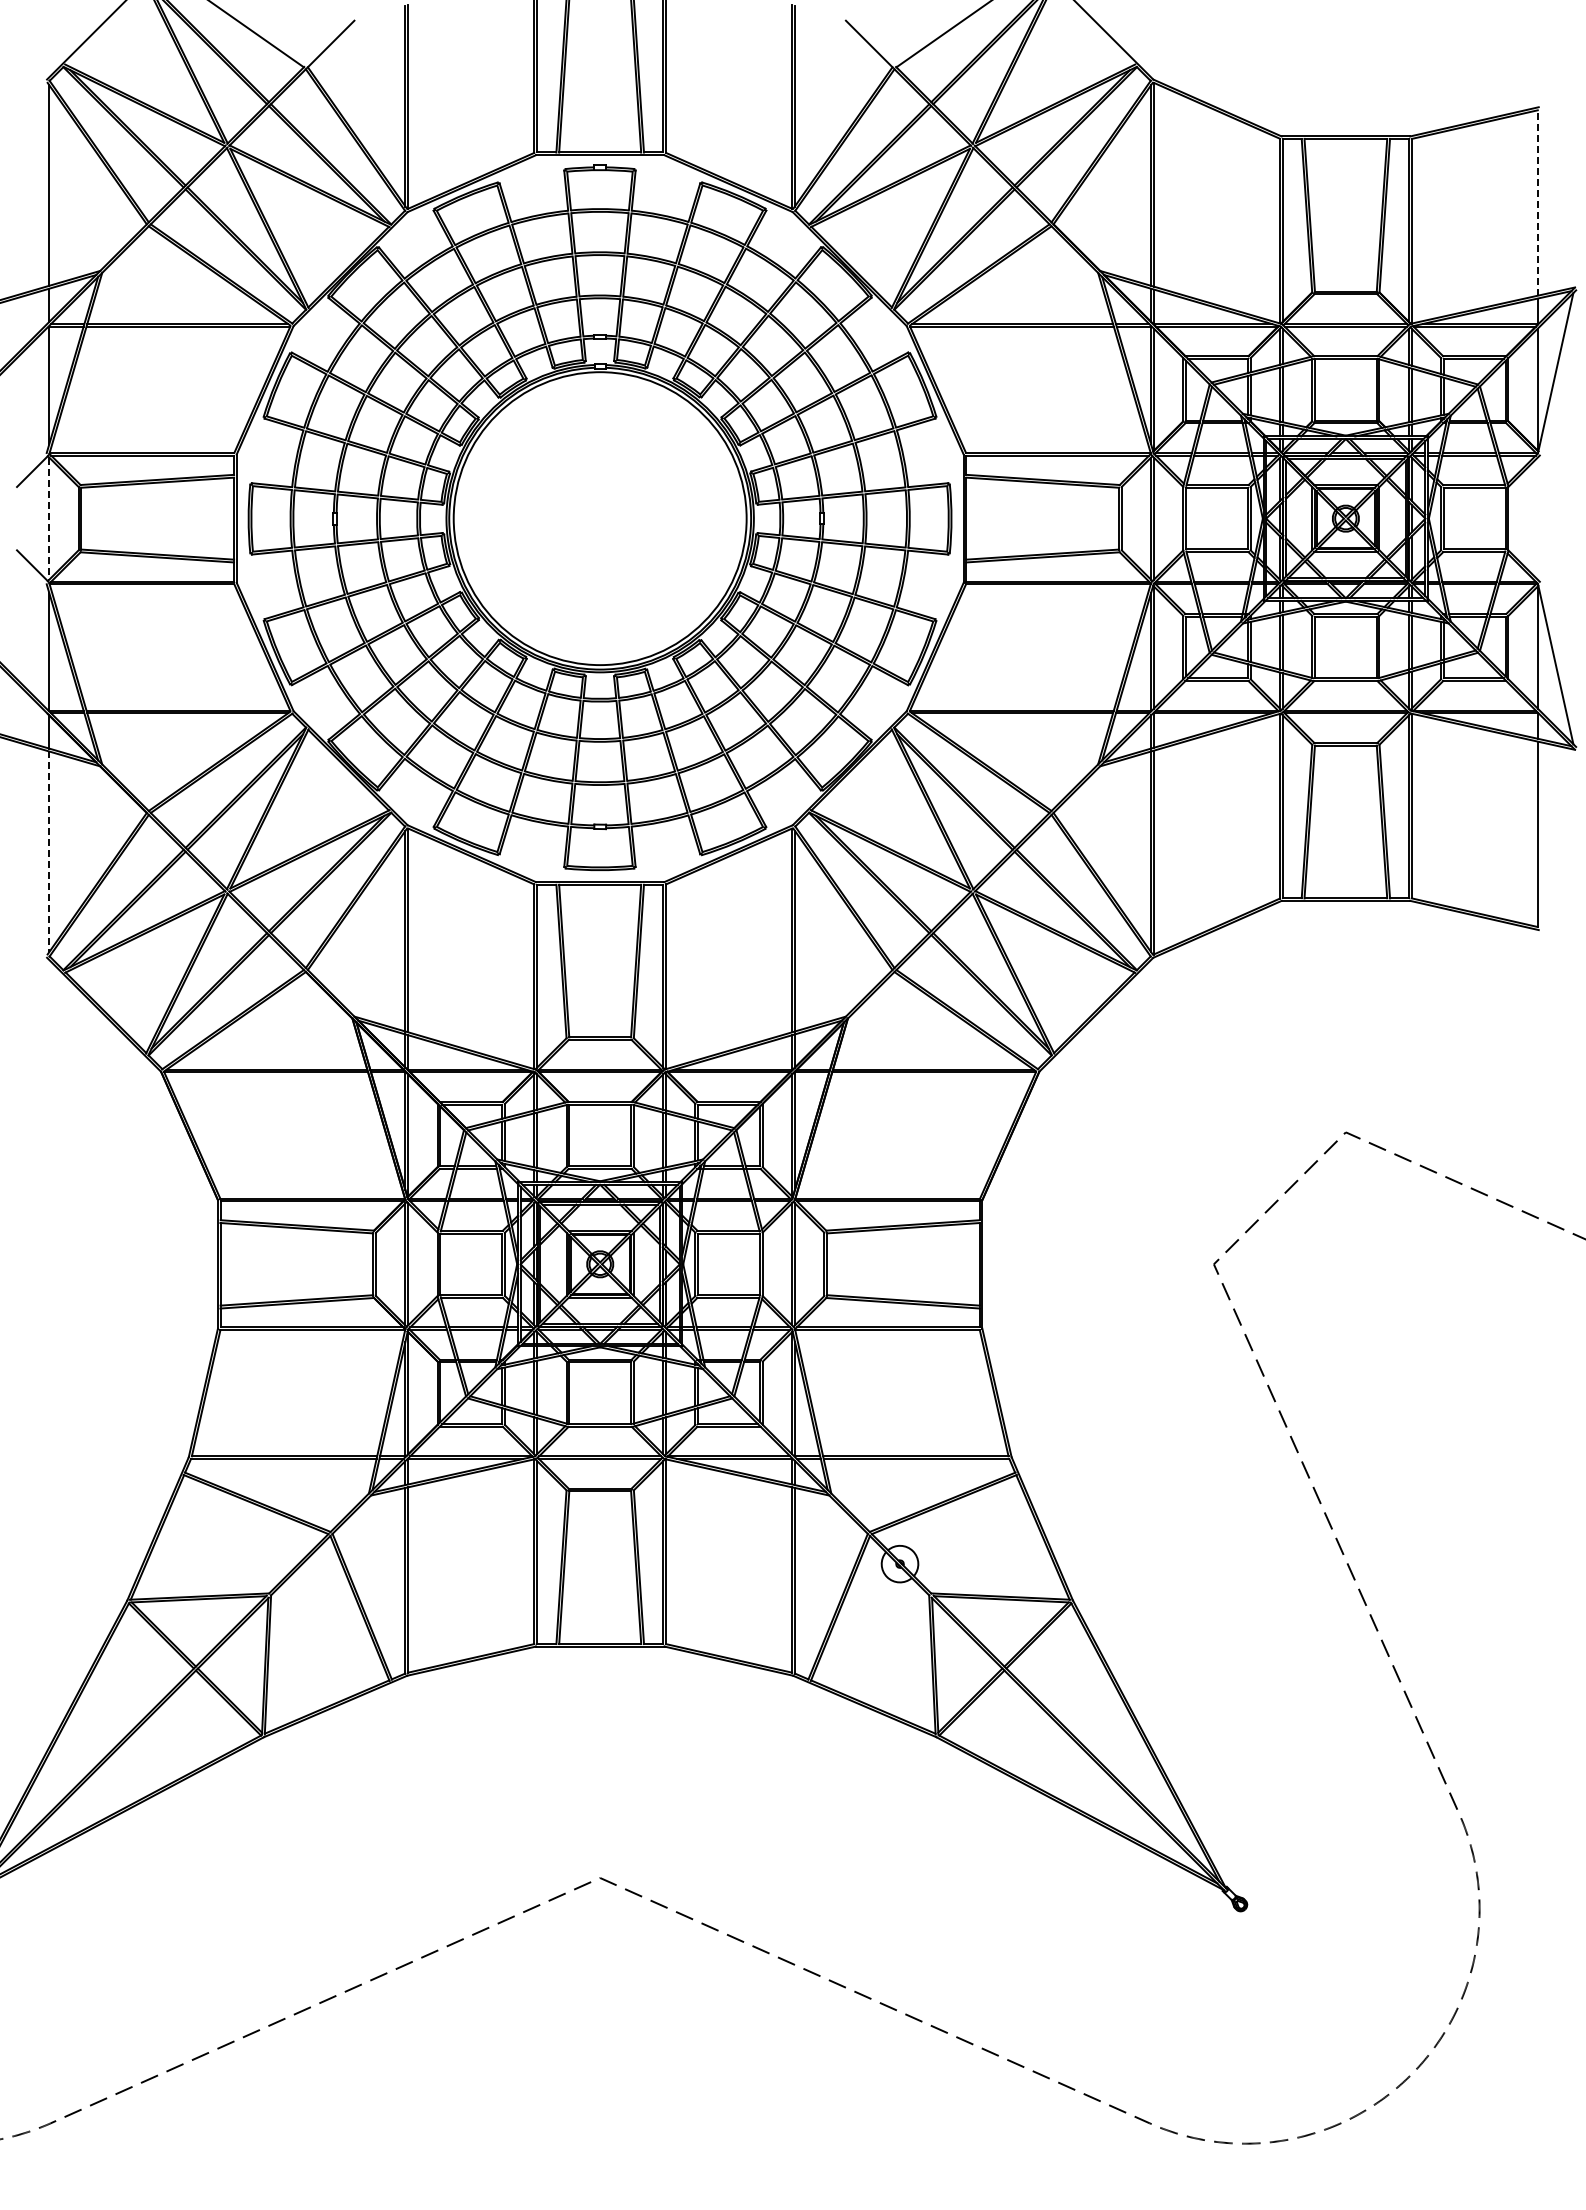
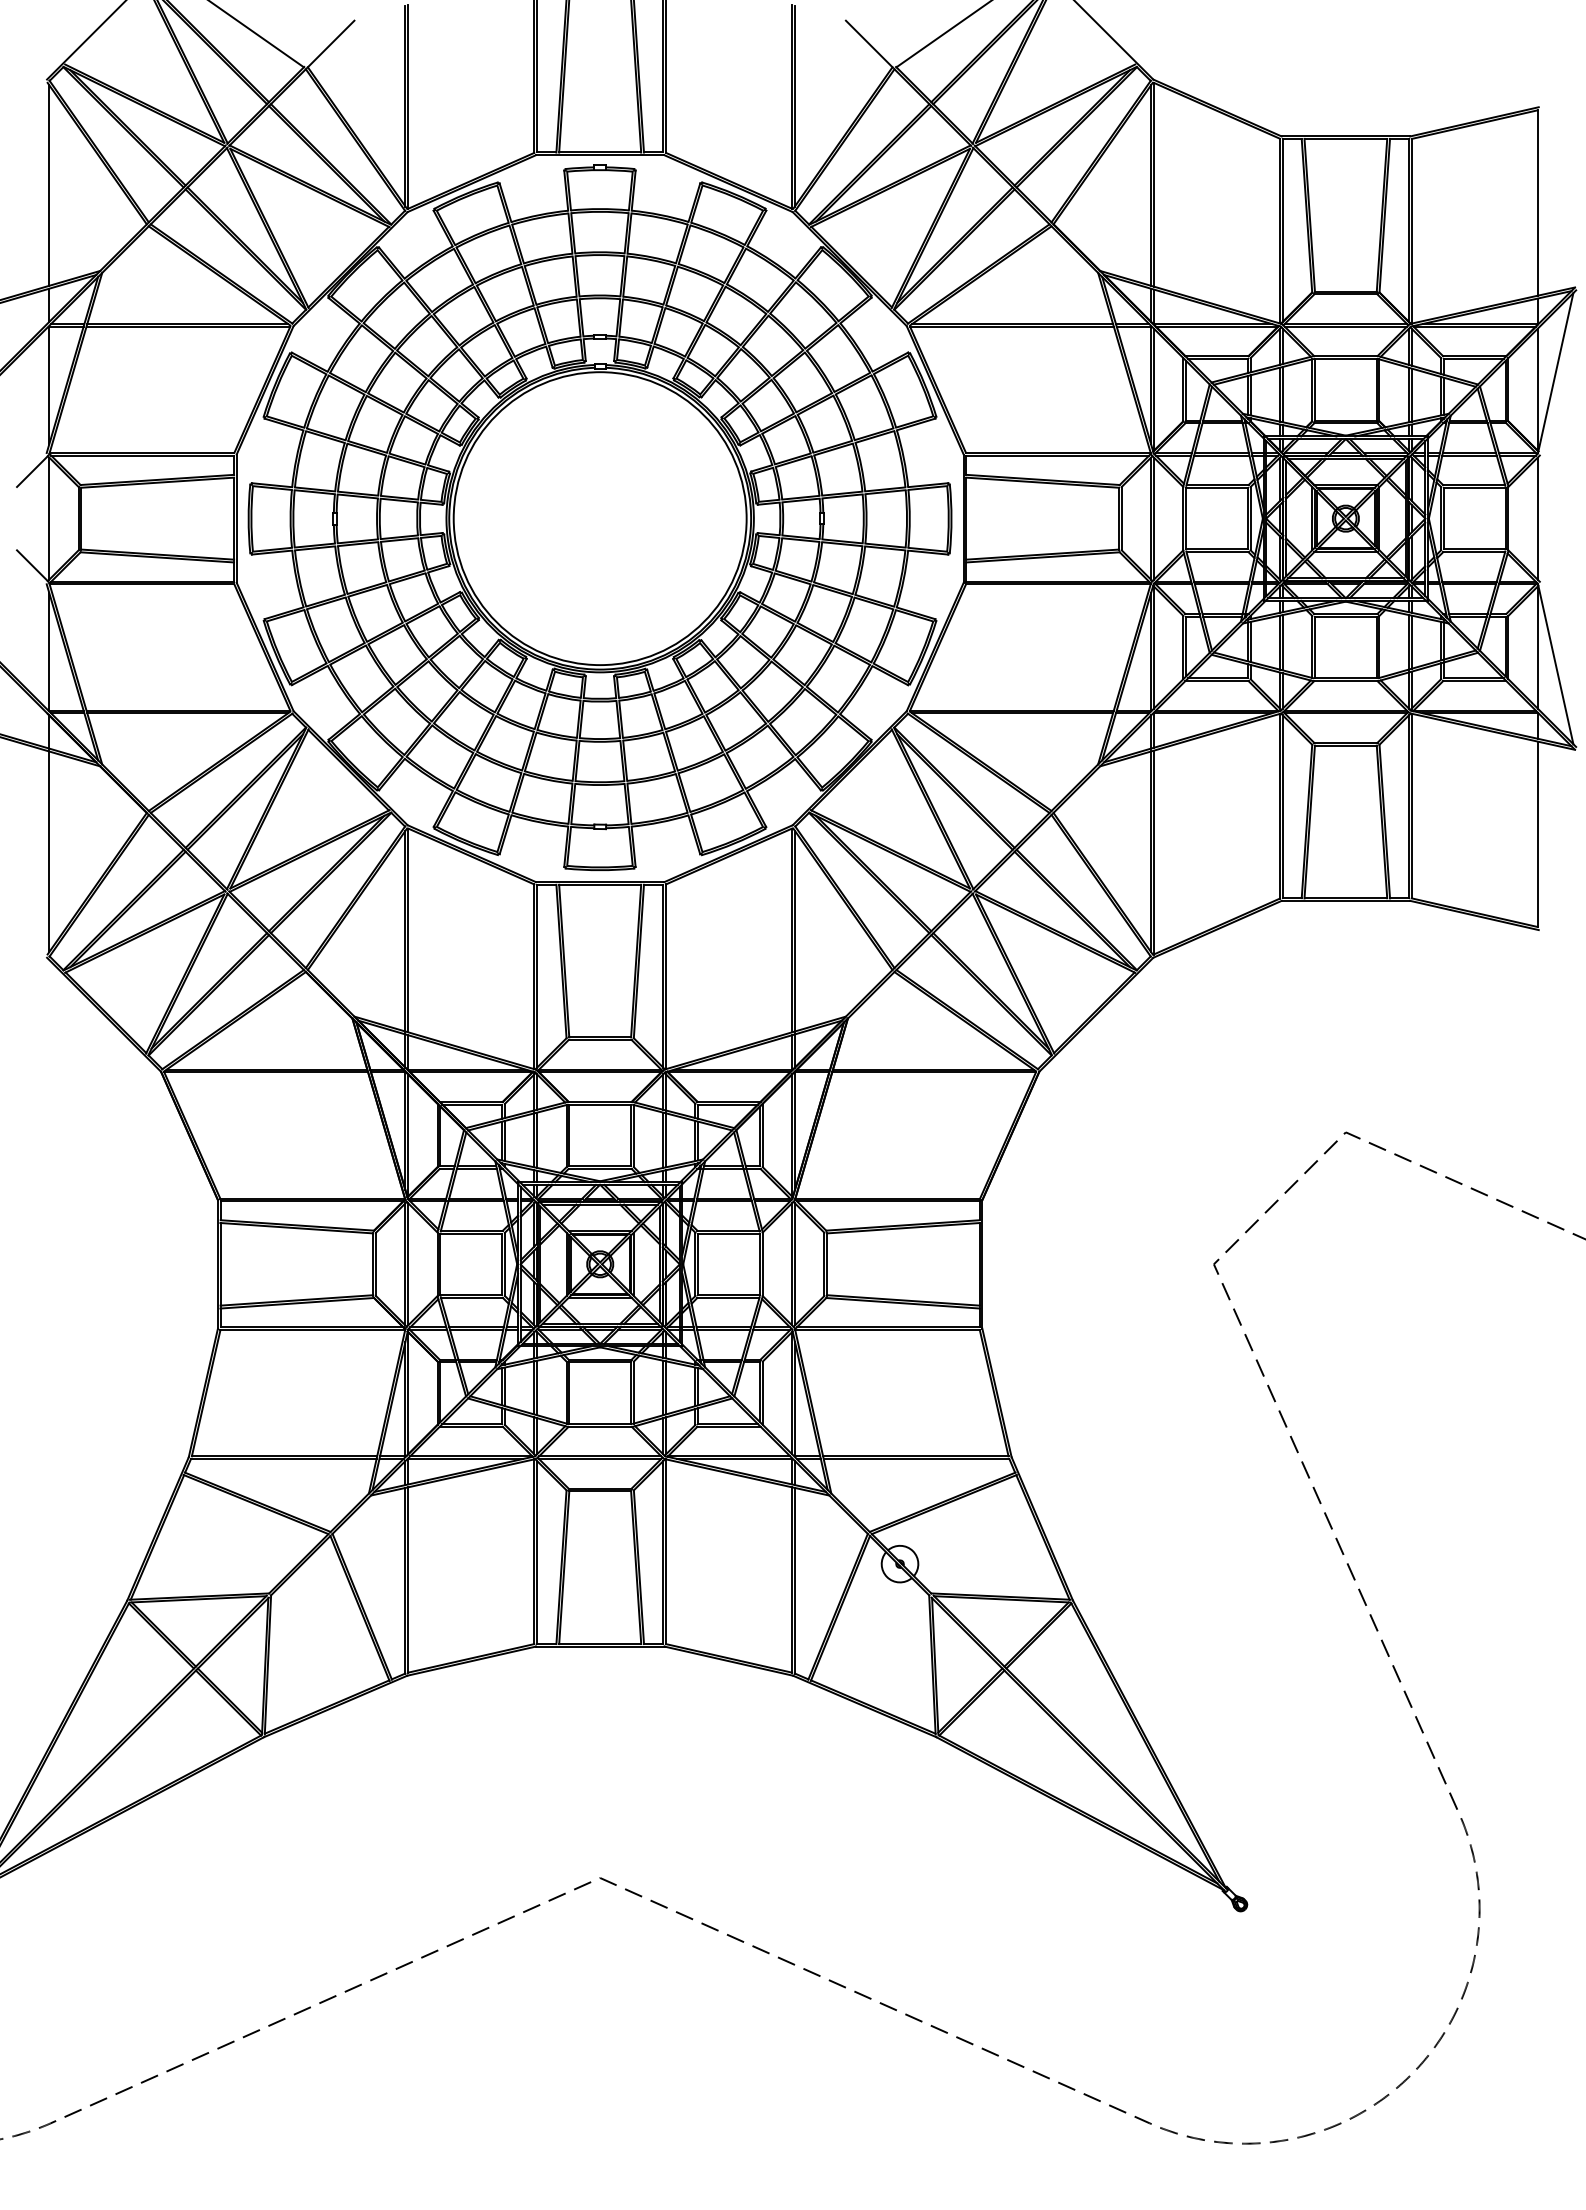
line at (1537, 203): dashed -> solid
line at (1537, 518): none -> present
line at (49, 519): dashed -> solid
line at (49, 852): dashed -> solid
